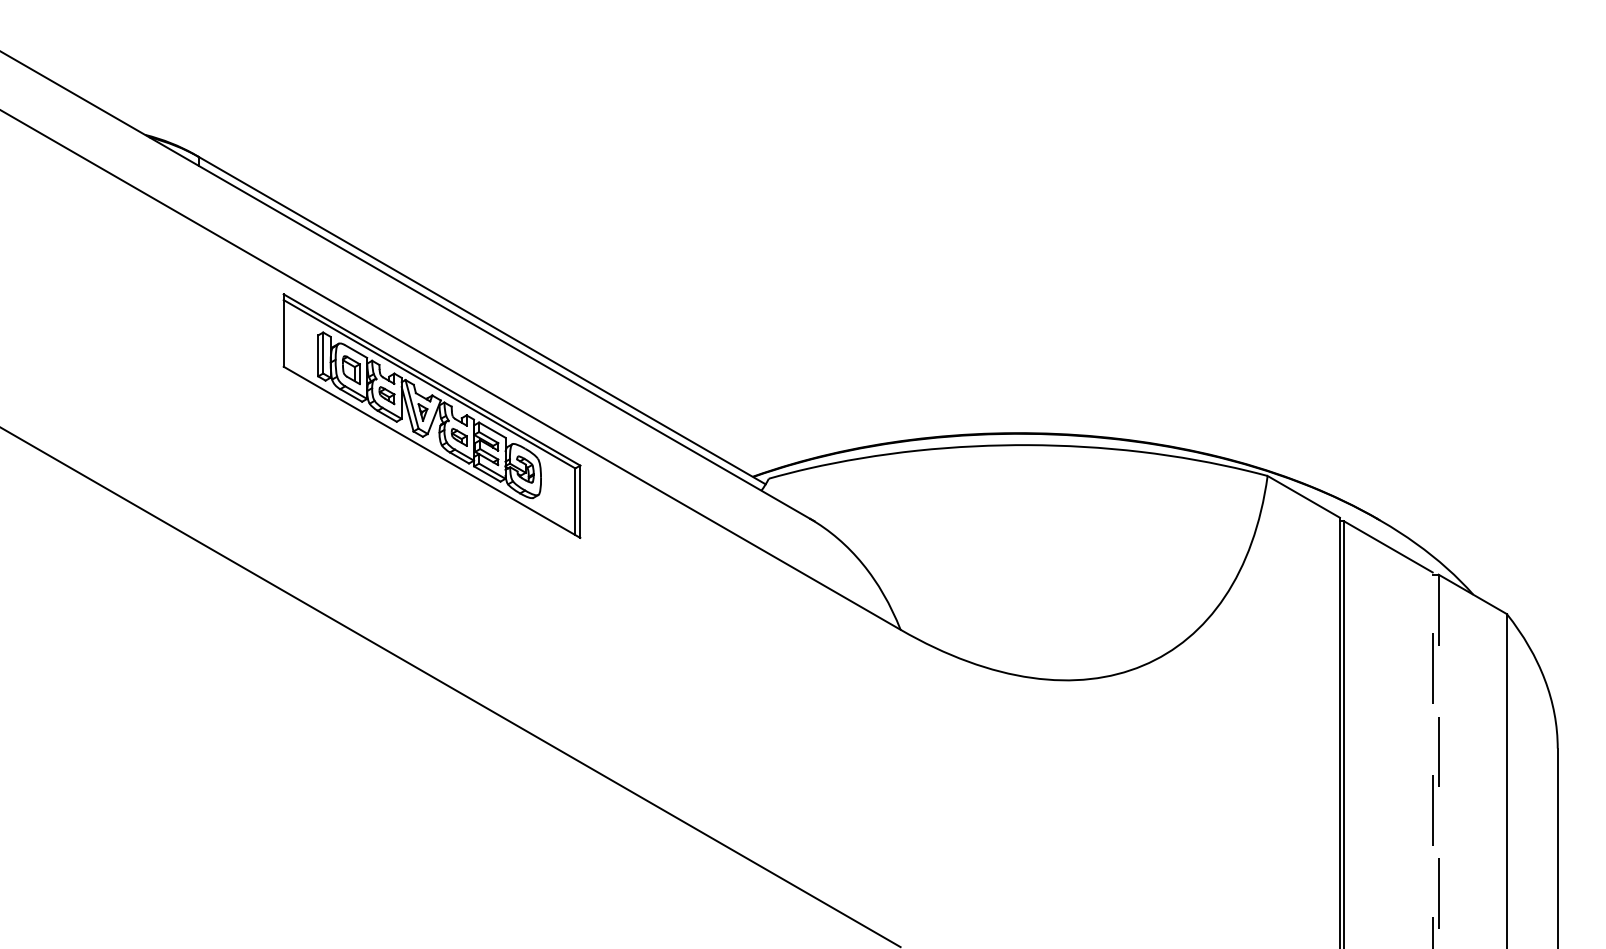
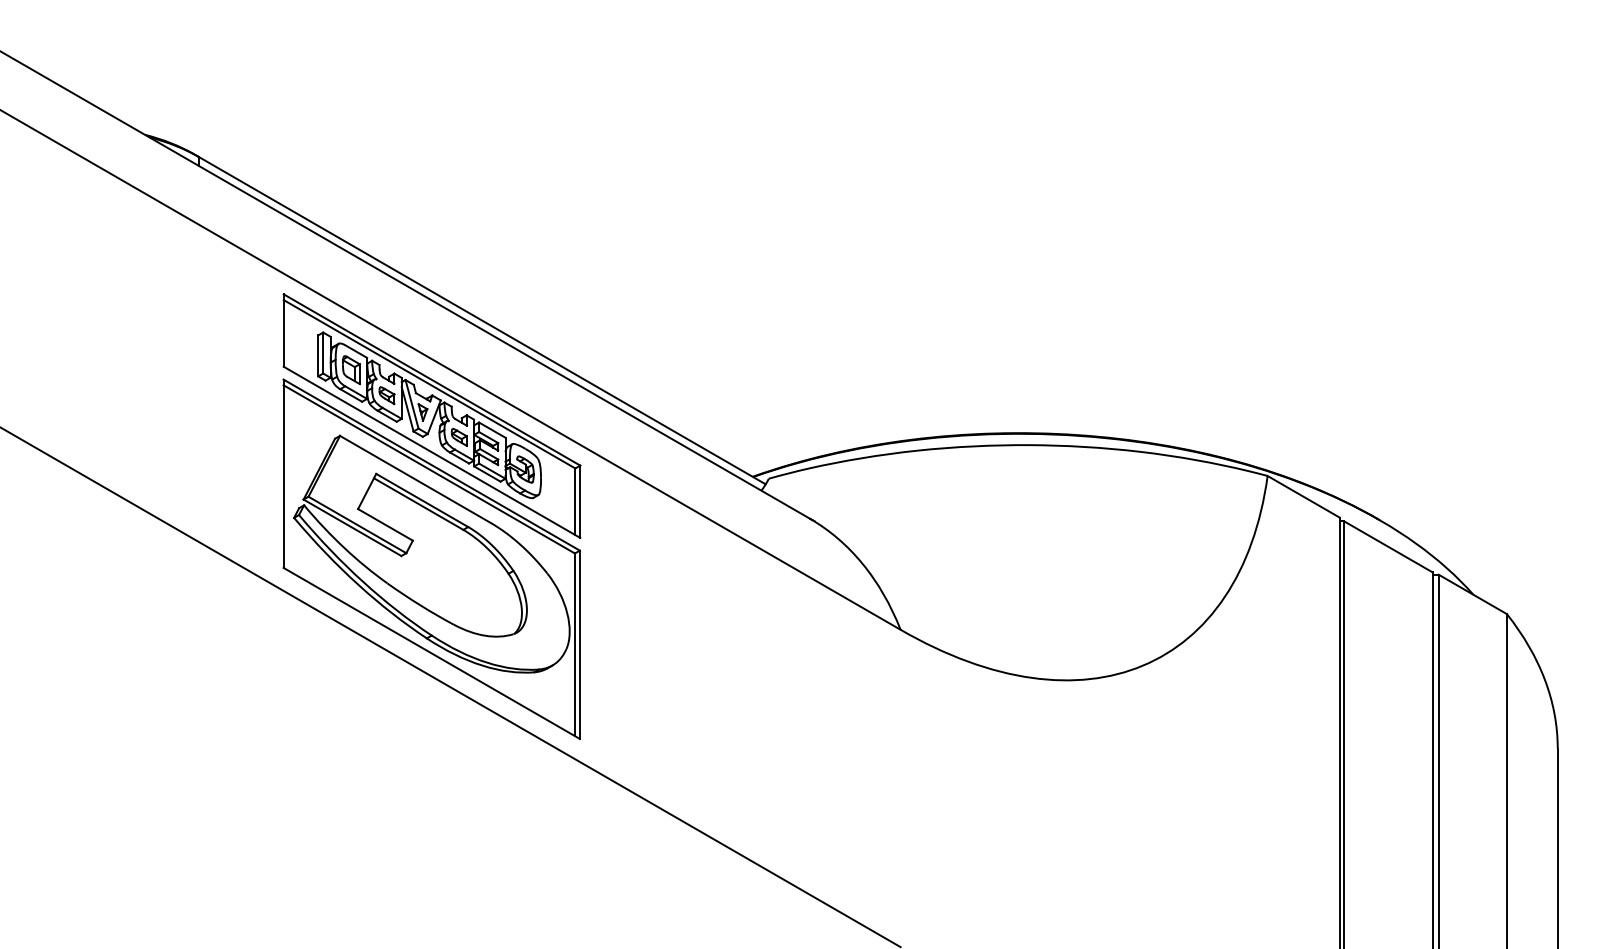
part at (431, 558): none -> present
line at (1432, 760): dashed -> solid
line at (1438, 761): dashed -> solid
